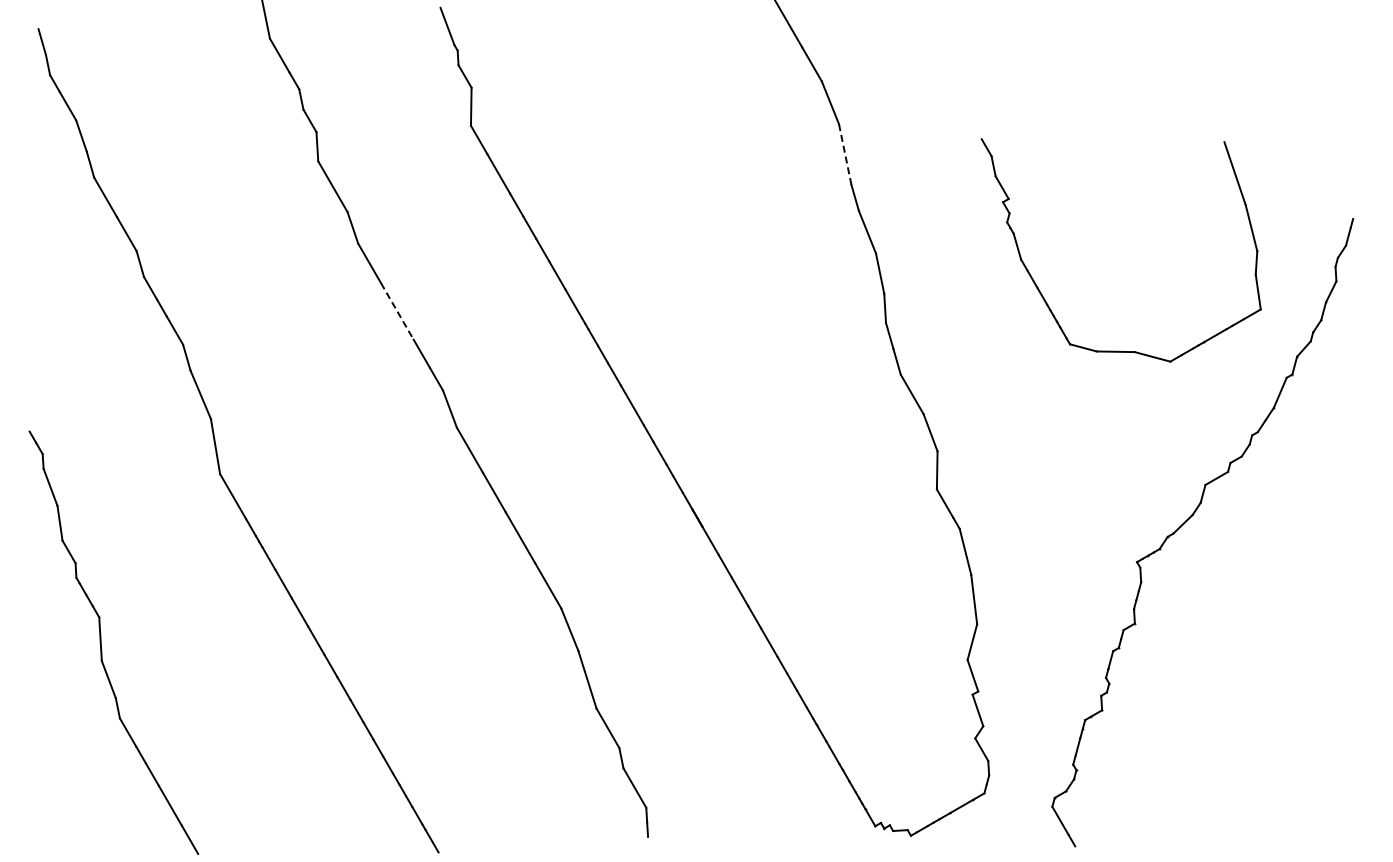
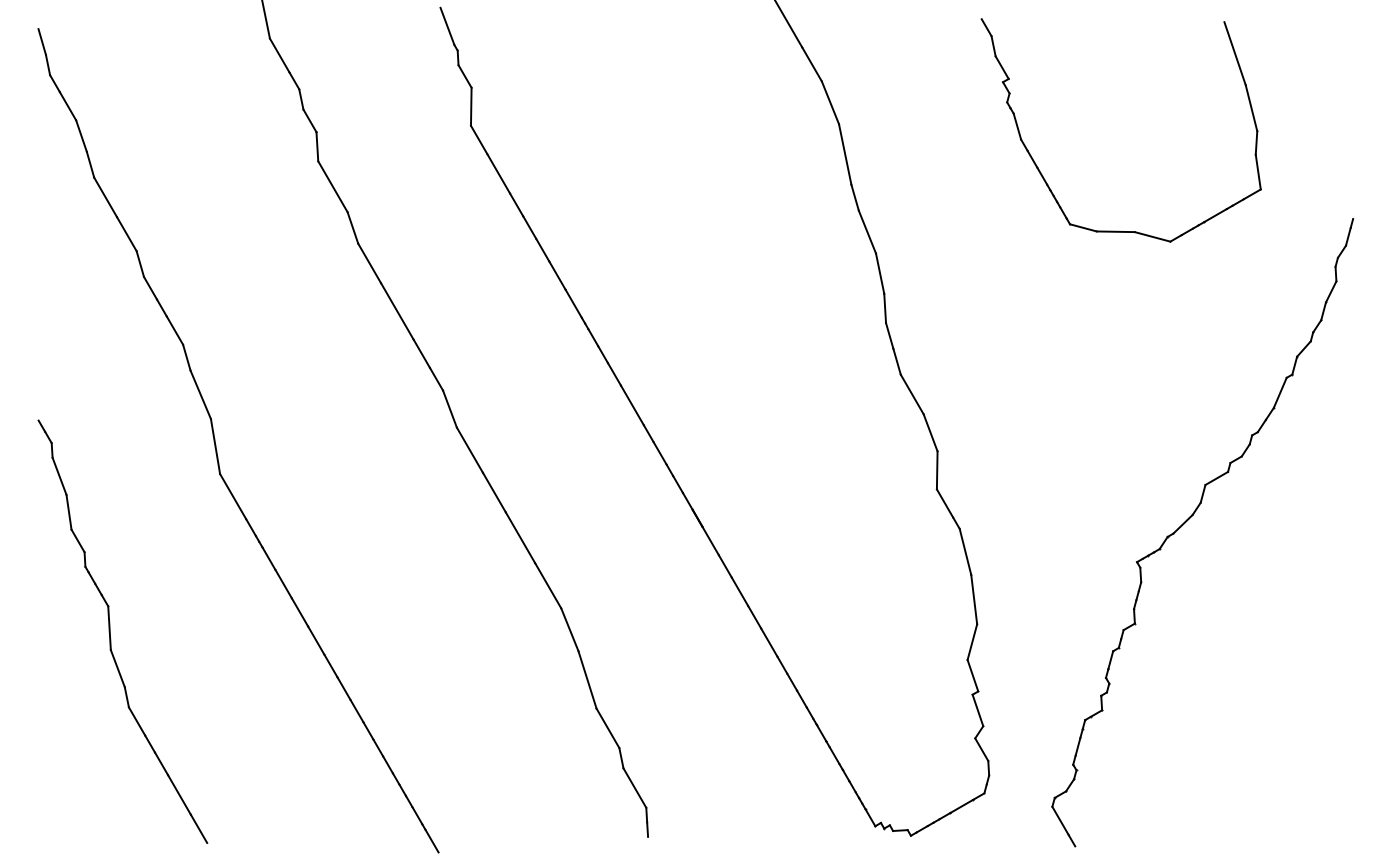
line at (845, 154): dashed -> solid
part at (1044, 297) position: (1044, 297) -> (1044, 177)
line at (397, 311): dashed -> solid
part at (101, 642) position: (101, 642) -> (110, 631)
